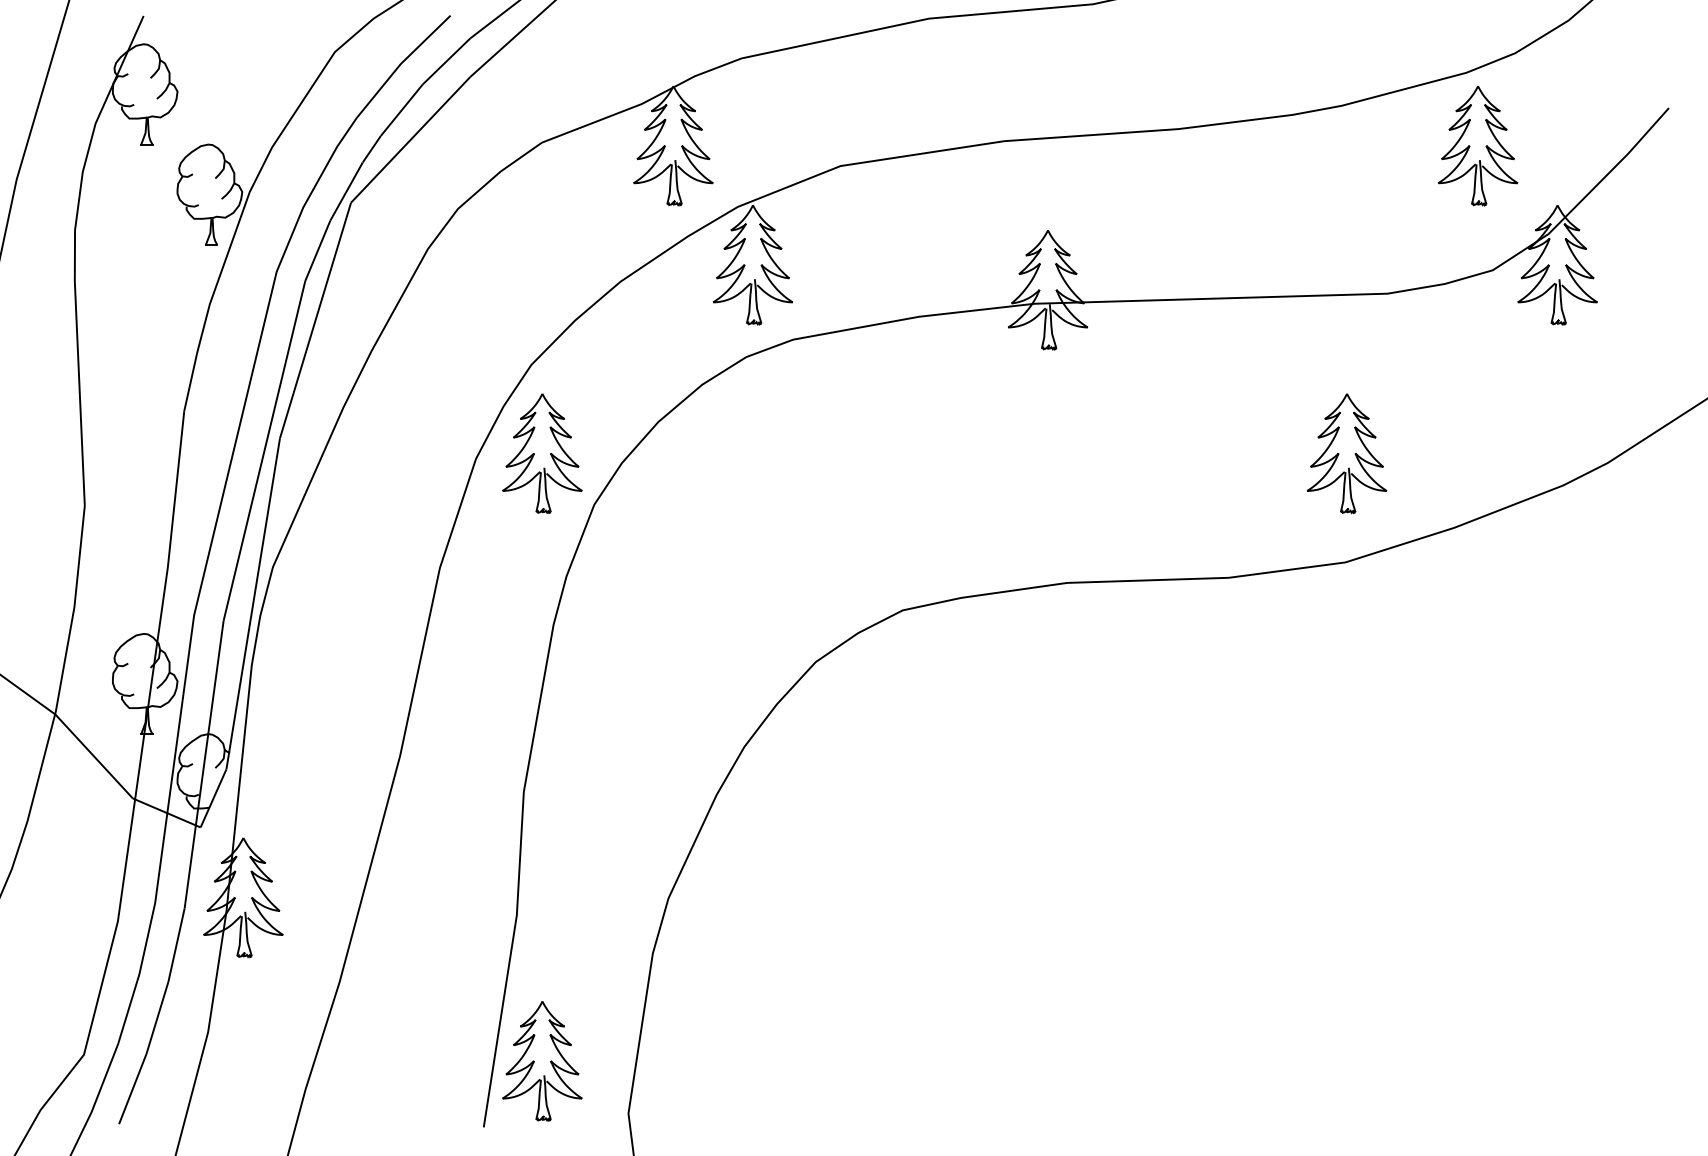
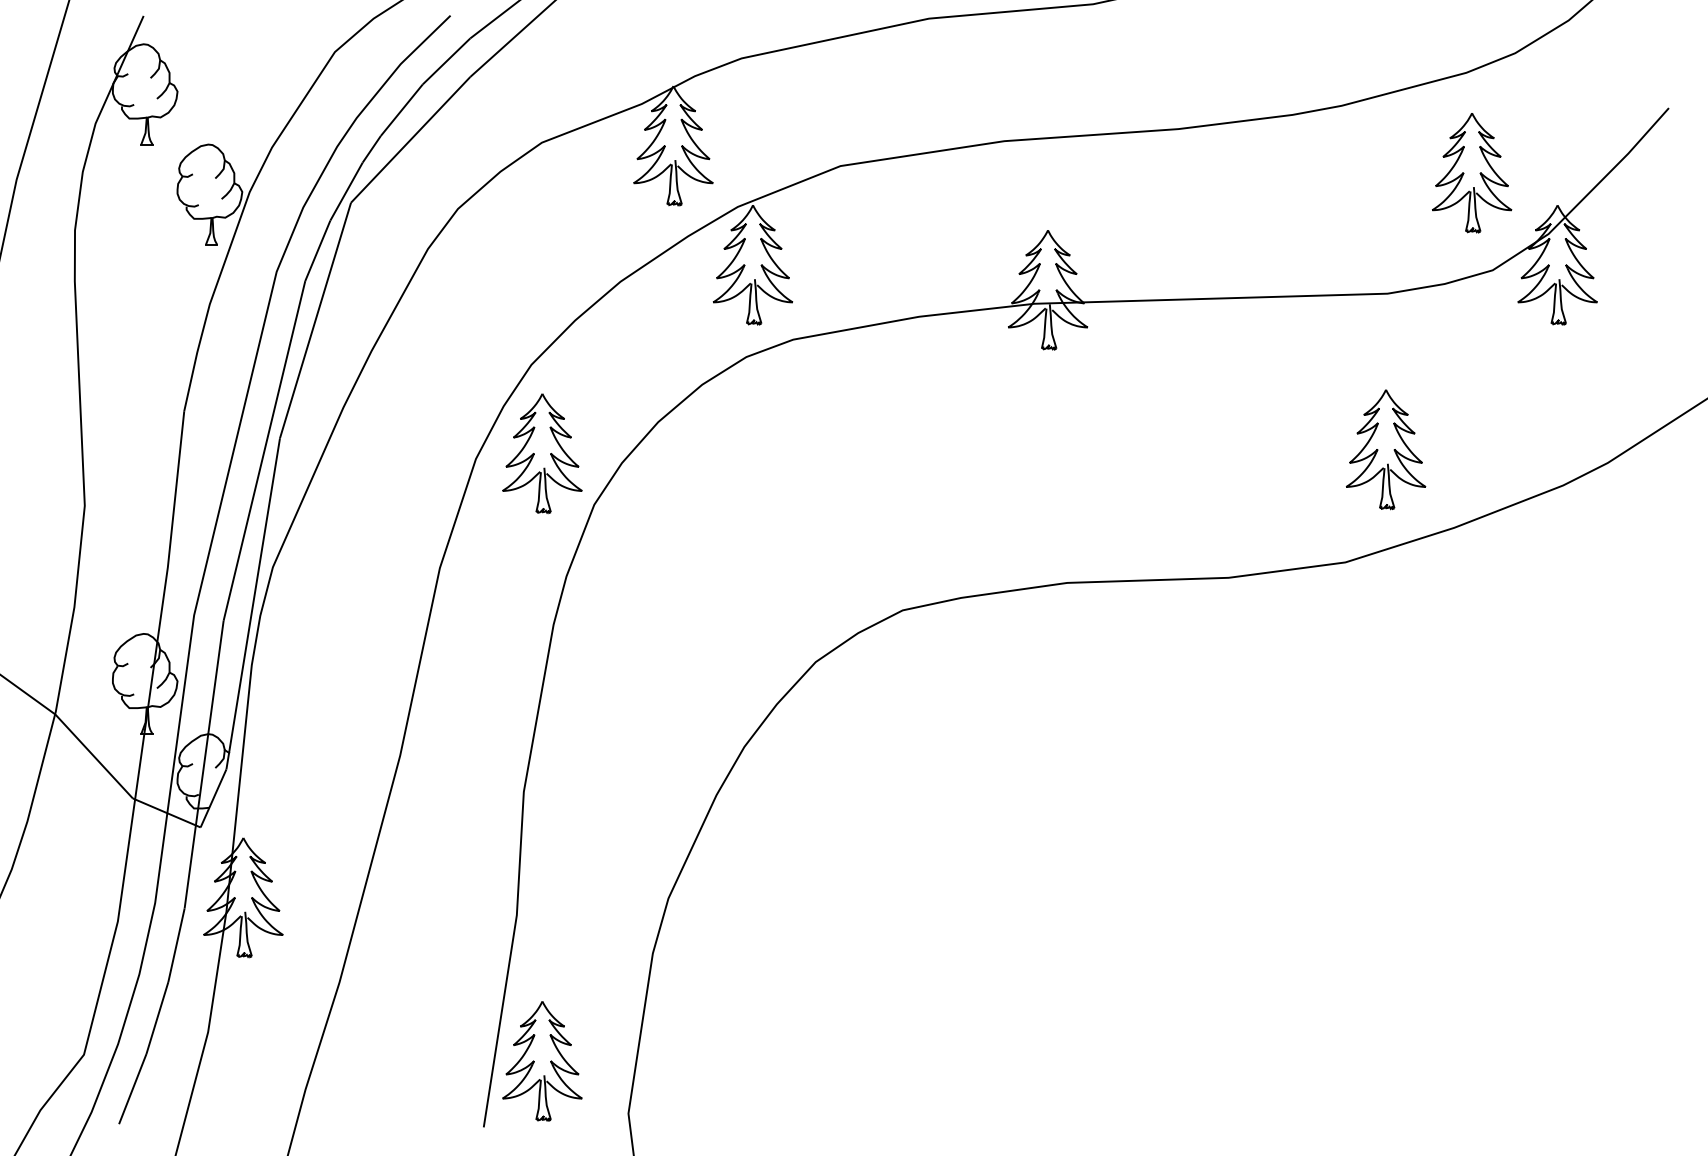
part at (1478, 146) position: (1478, 146) -> (1472, 173)
part at (1347, 453) position: (1347, 453) -> (1386, 449)
